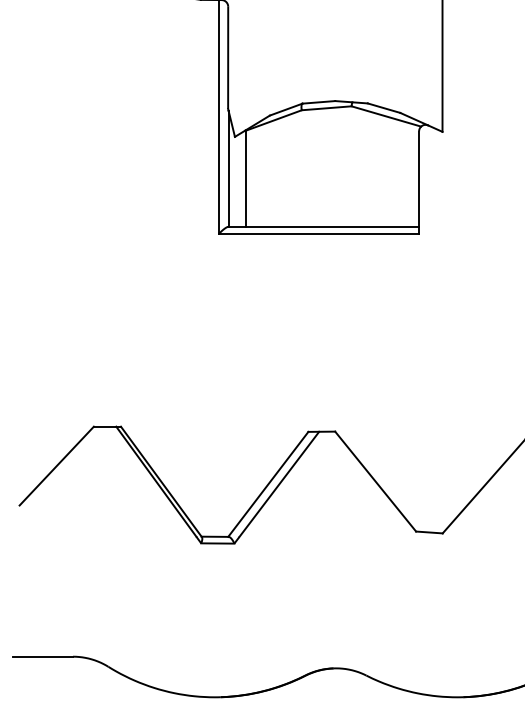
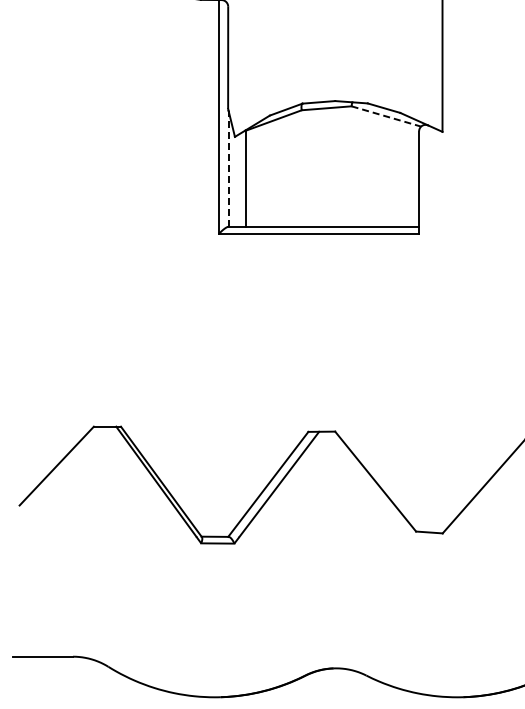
line at (386, 116): solid -> dashed
line at (228, 168): solid -> dashed
